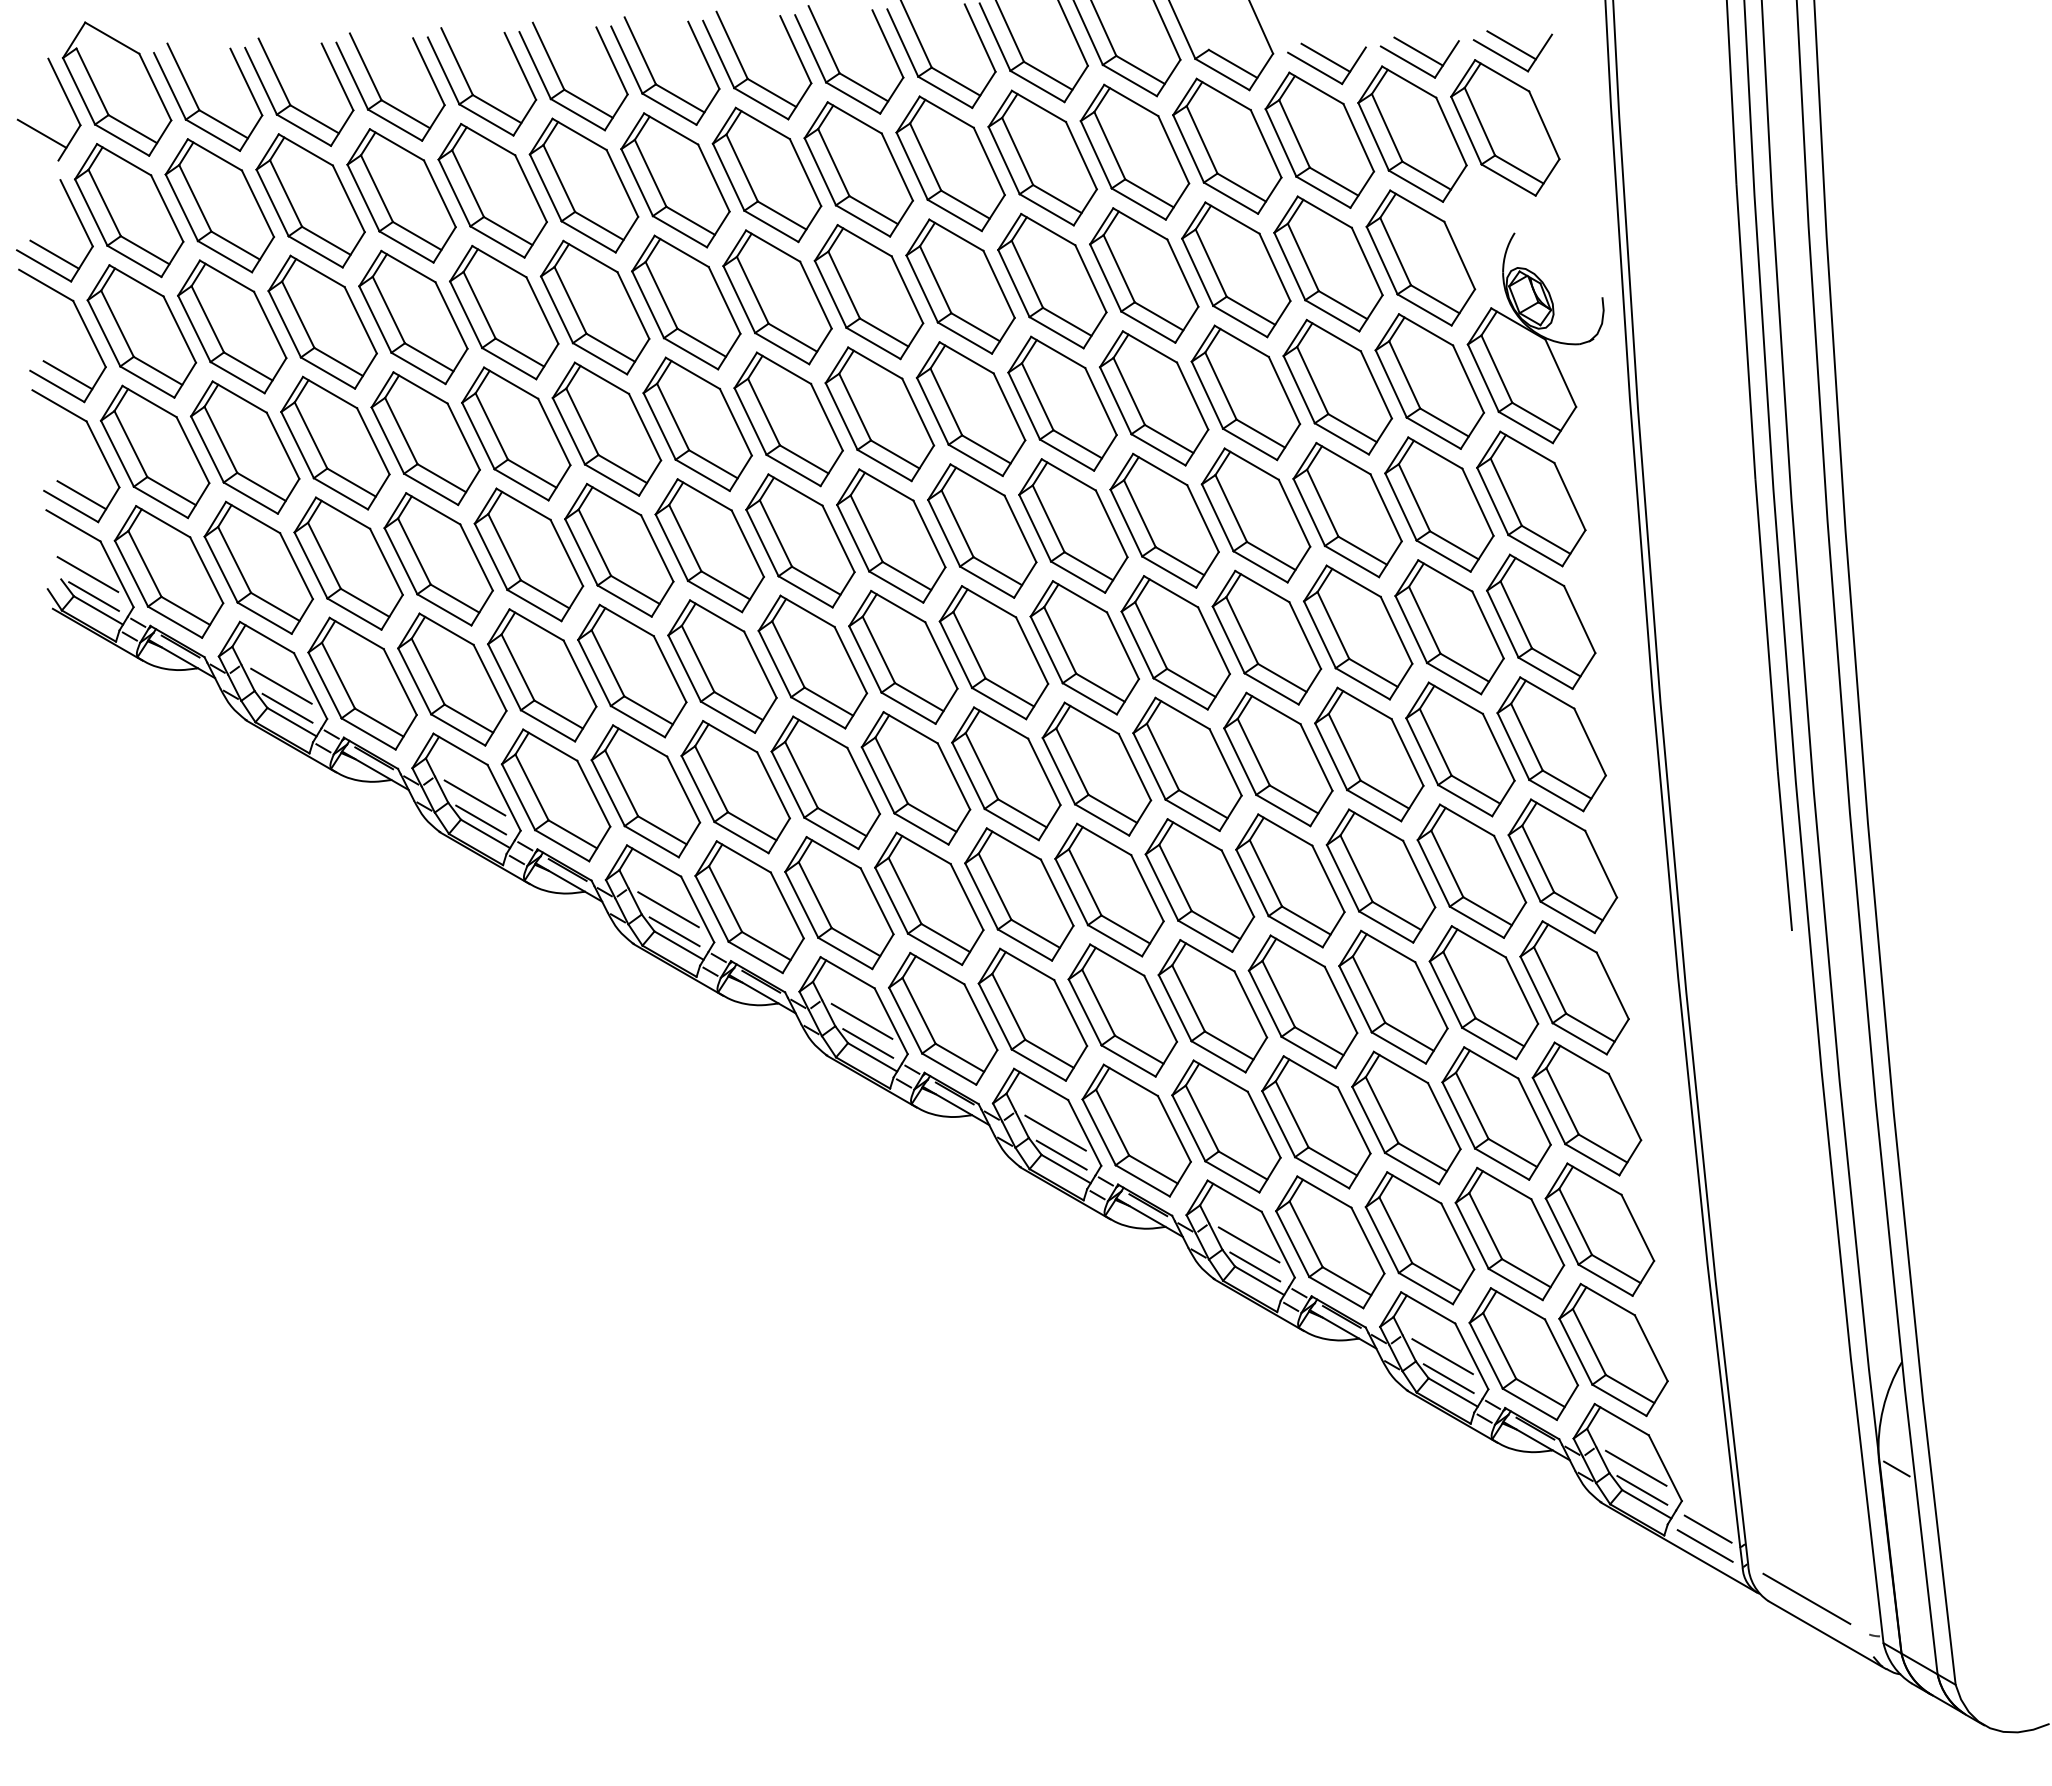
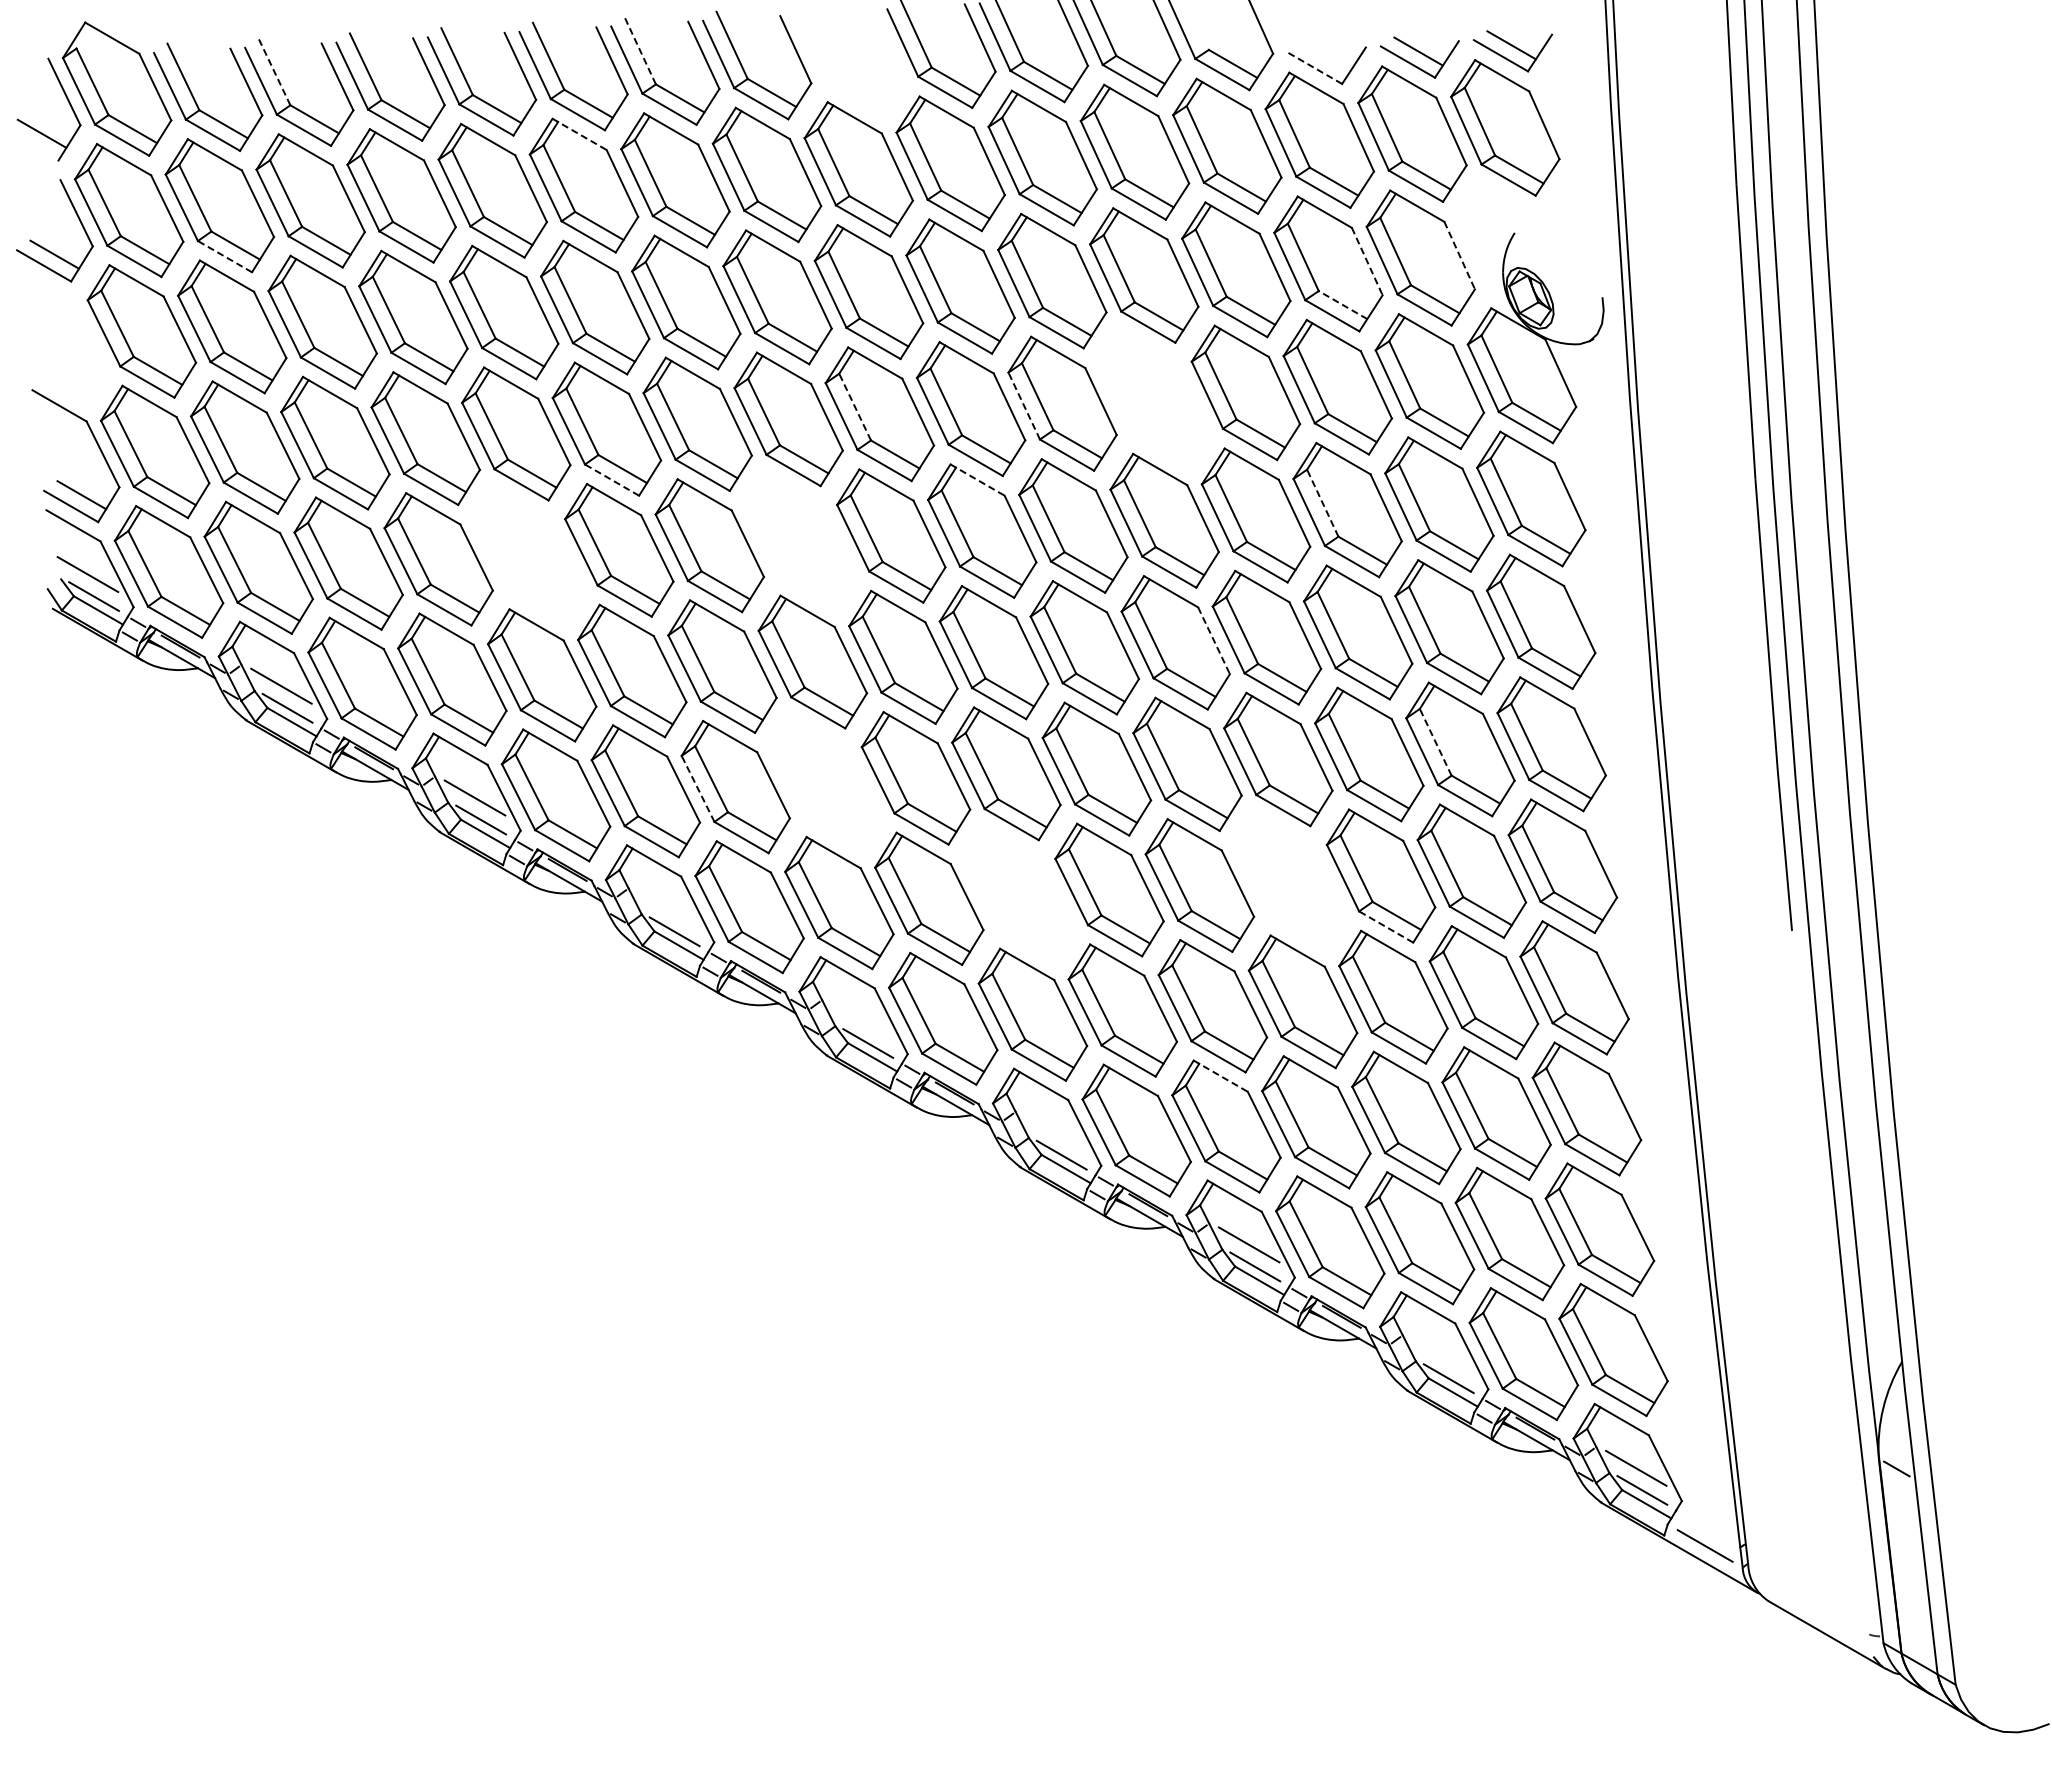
line at (640, 50): solid -> dashed
line at (1325, 57): present -> none
part at (836, 63): present -> none
line at (1314, 68): solid -> dashed
line at (274, 71): solid -> dashed
line at (580, 134): solid -> dashed
line at (224, 256): solid -> dashed
line at (1459, 256): solid -> dashed
line at (1367, 262): solid -> dashed
line at (1342, 304): solid -> dashed
part at (83, 324): present -> none
part at (1154, 398): present -> none
line at (1024, 406): solid -> dashed
line at (855, 407): solid -> dashed
line at (611, 479): solid -> dashed
line at (977, 480): solid -> dashed
line at (1322, 503): solid -> dashed
part at (800, 540): present -> none
part at (528, 554): present -> none
line at (1214, 640): solid -> dashed
line at (1435, 742): solid -> dashed
part at (825, 782): present -> none
line at (698, 788): solid -> dashed
part at (1290, 880): present -> none
part at (1019, 894): present -> none
line at (668, 909): present -> none
line at (1385, 926): solid -> dashed
line at (861, 1021): present -> none
line at (1221, 1076): solid -> dashed
line at (1055, 1133): present -> none
line at (1442, 1356): present -> none
line at (1707, 1529): present -> none
line at (1806, 1598): present -> none
